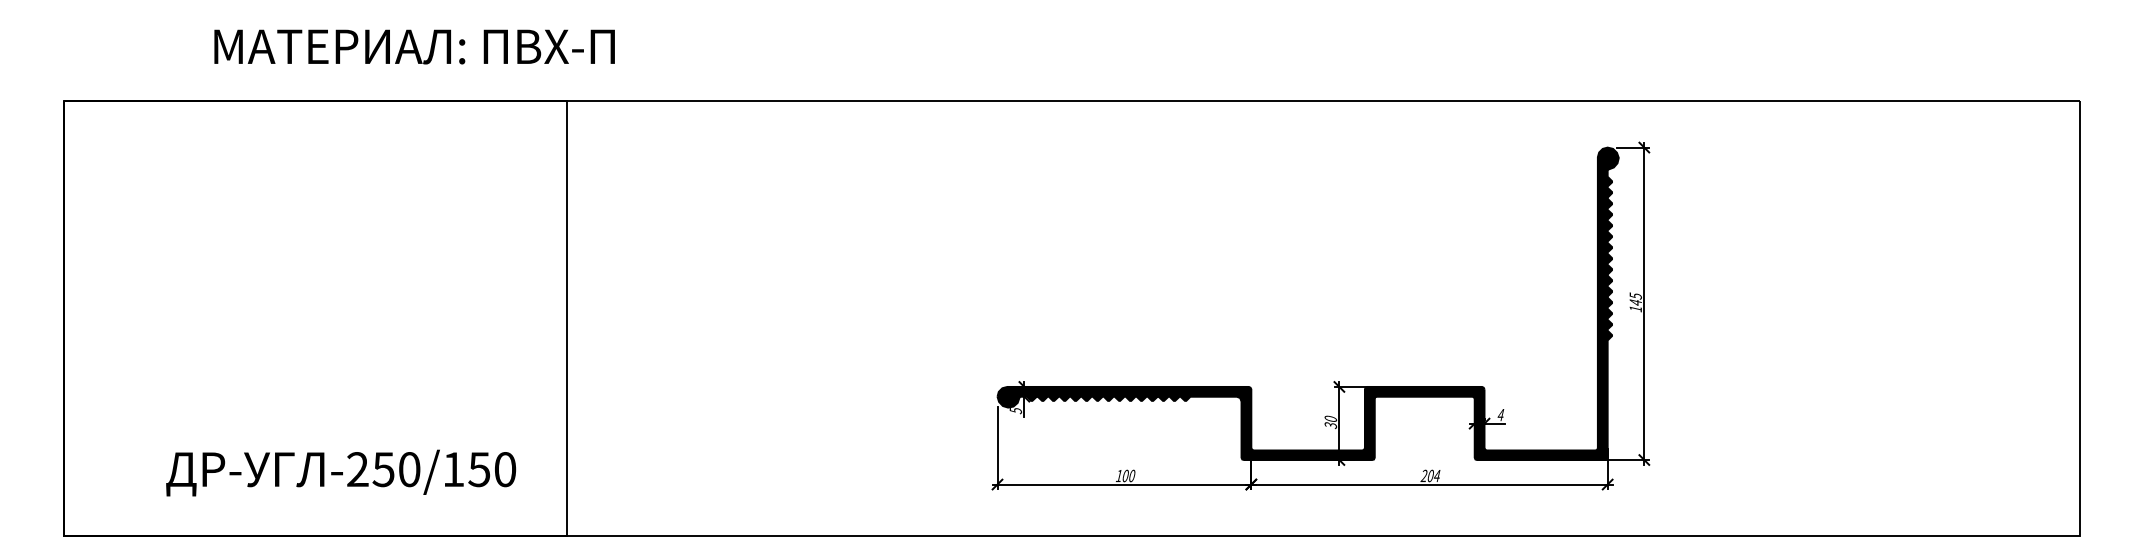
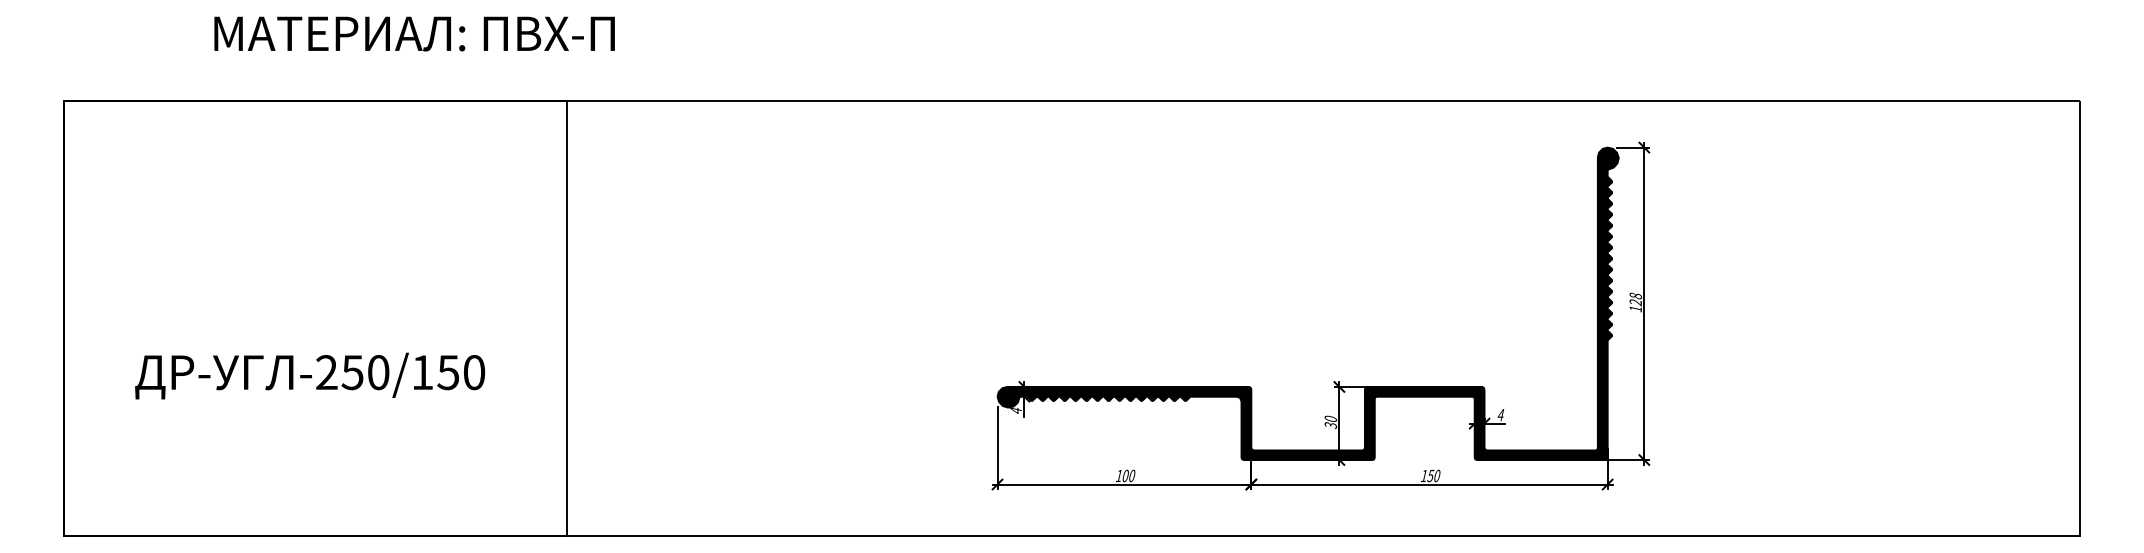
text at (414, 46) position: (414, 46) -> (414, 33)
text at (1635, 299): 145 -> 128
text at (1015, 411): 5 -> 4
text at (341, 472) position: (341, 472) -> (310, 375)
text at (1430, 475): 204 -> 150
